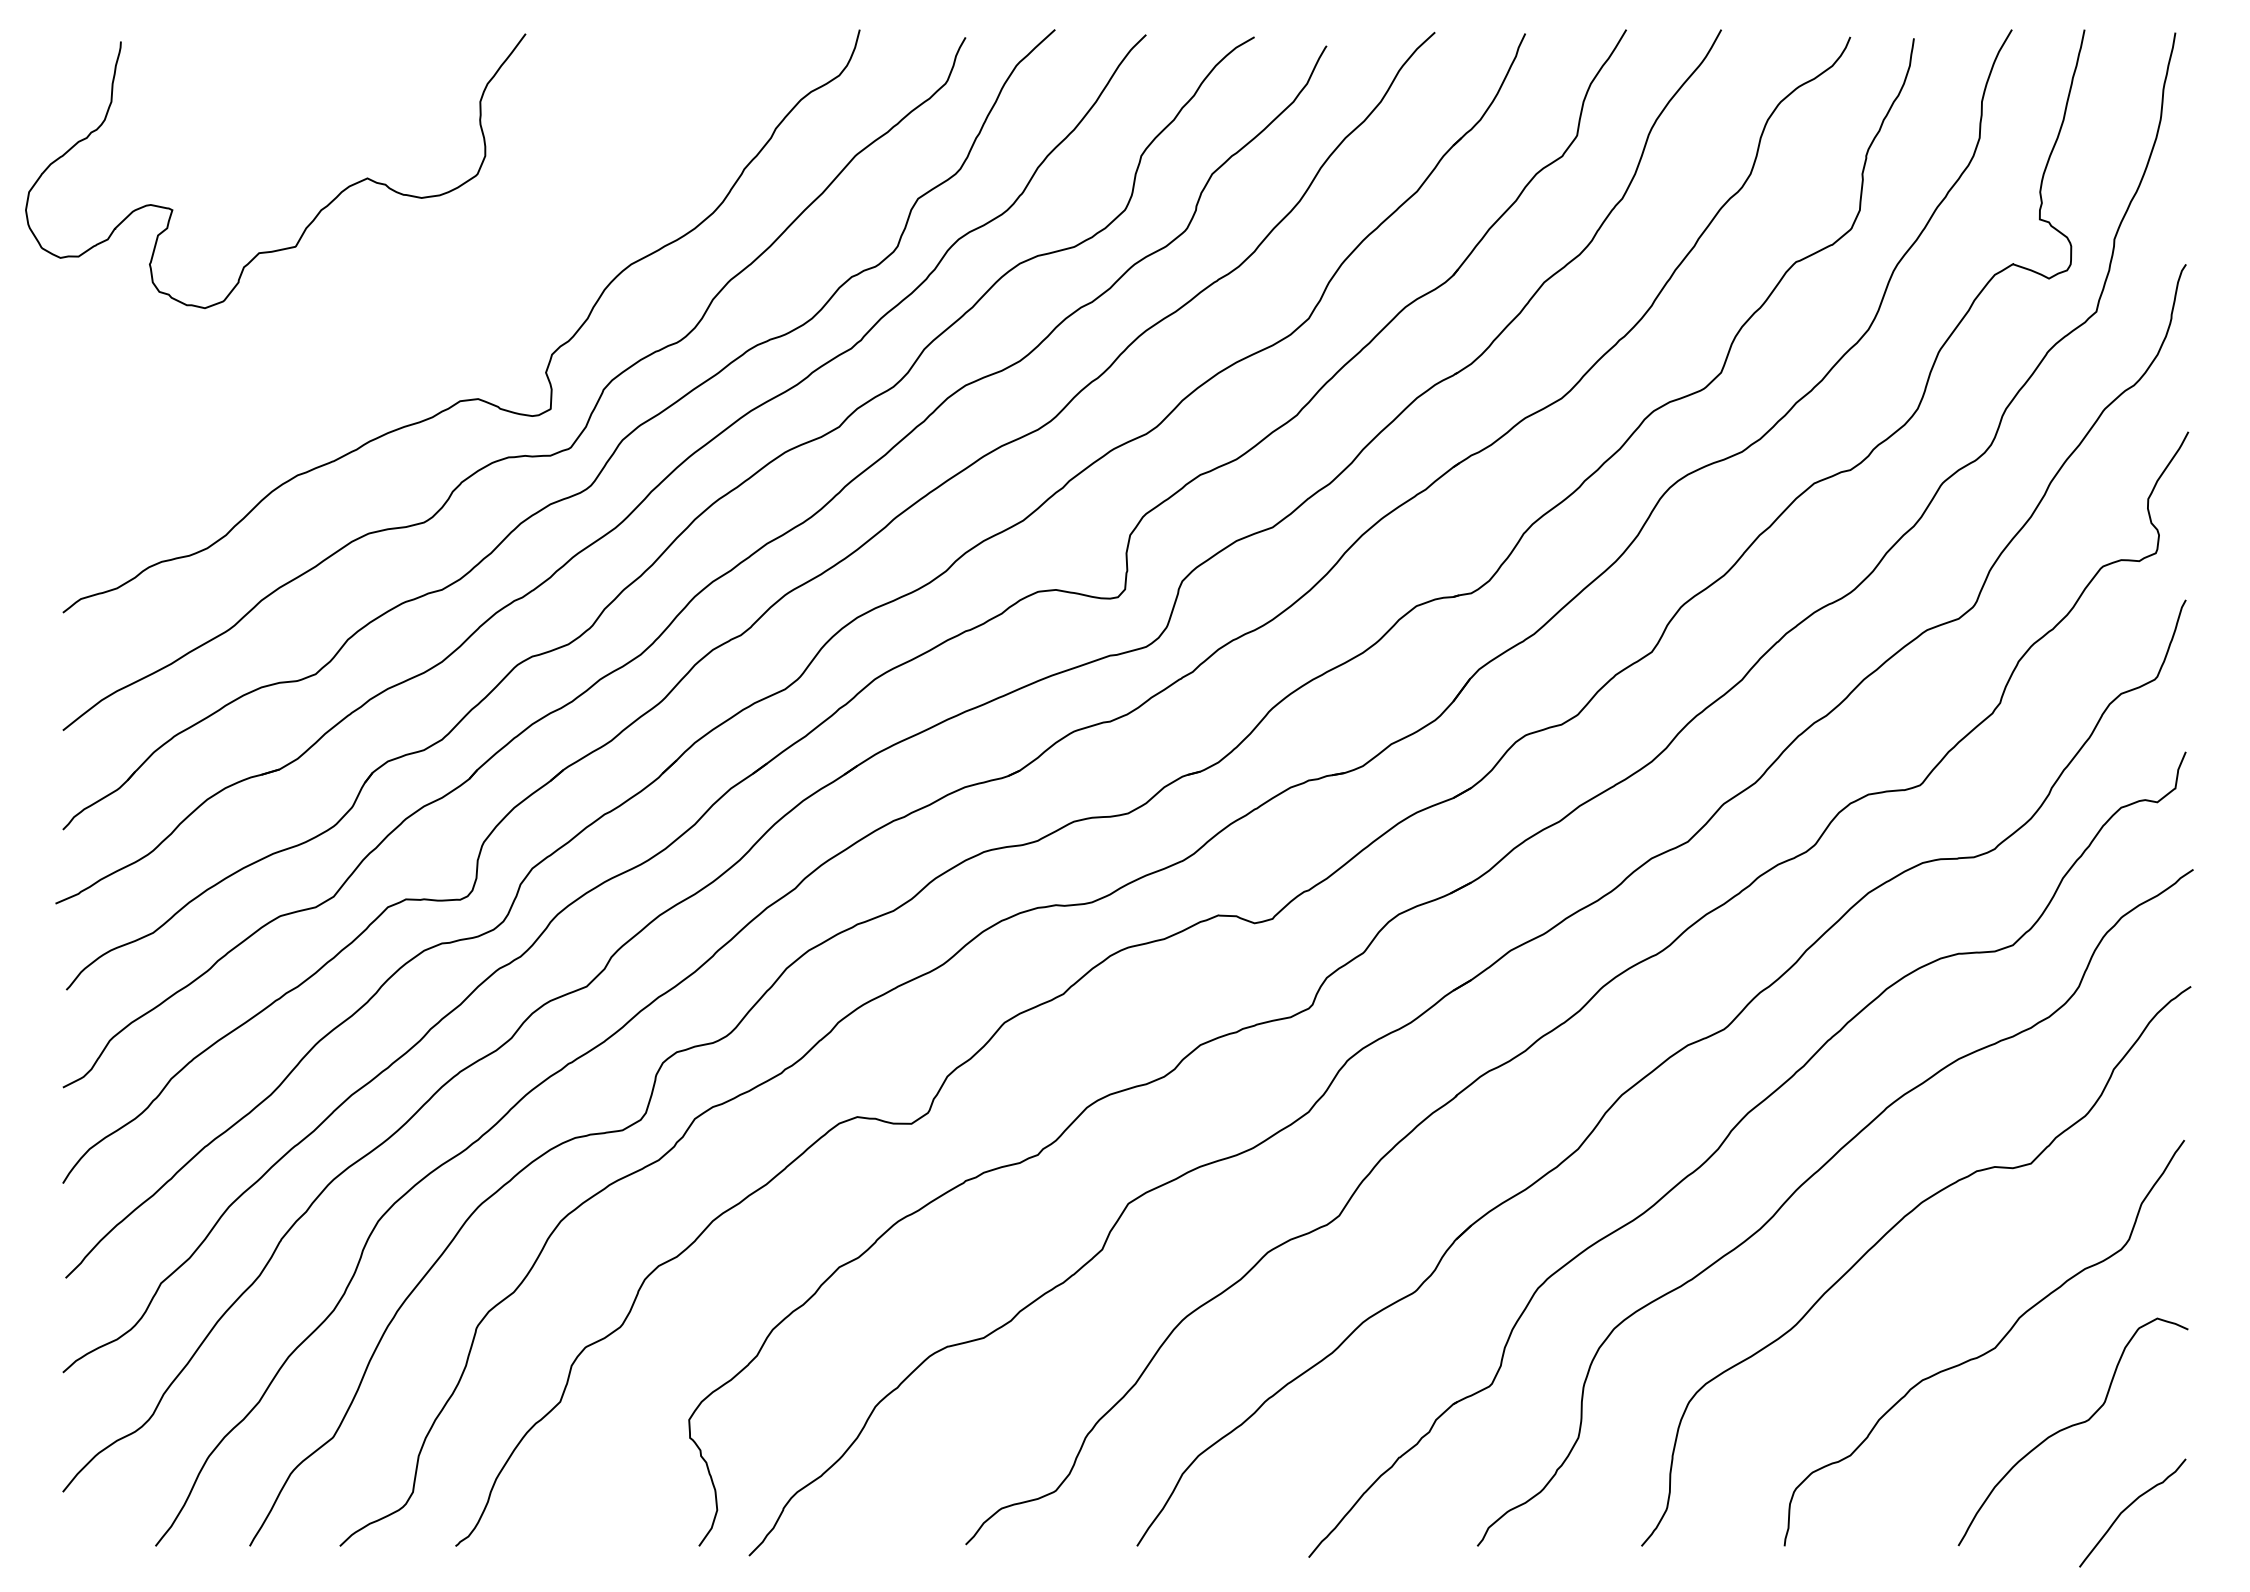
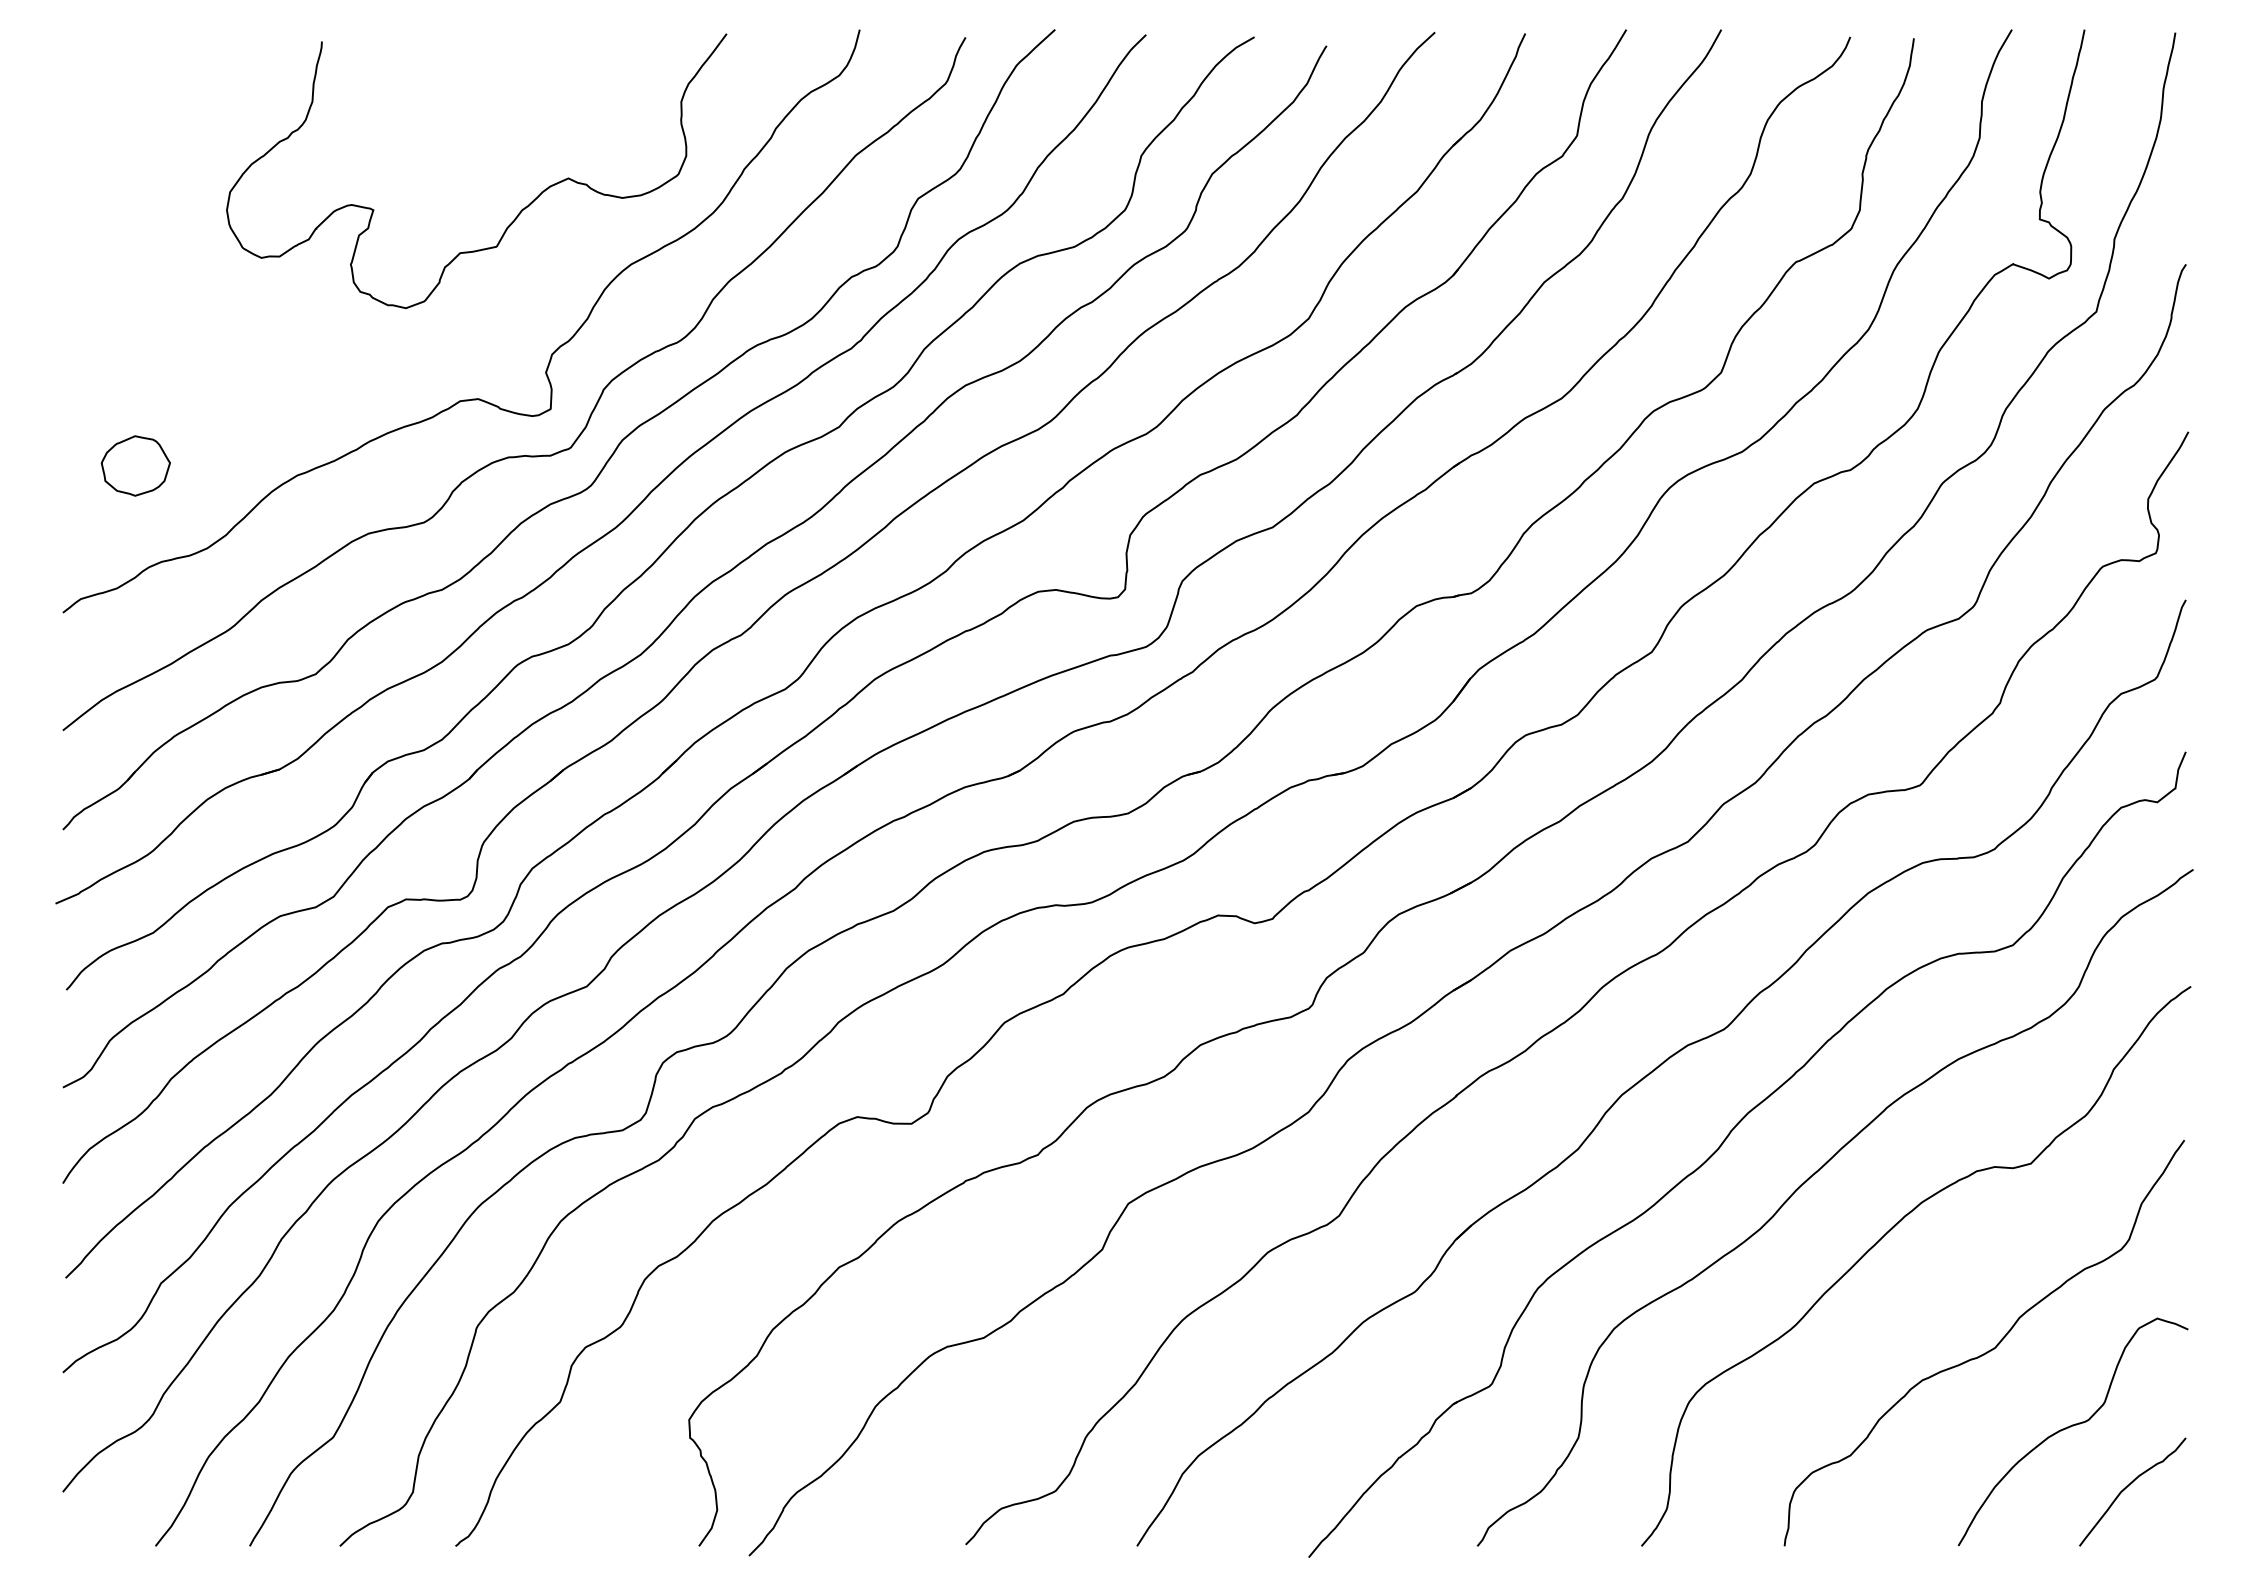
curve at (319, 210) position: (319, 210) -> (520, 210)
part at (135, 465): none -> present
curve at (2128, 1507) position: (2128, 1507) -> (2128, 1486)
